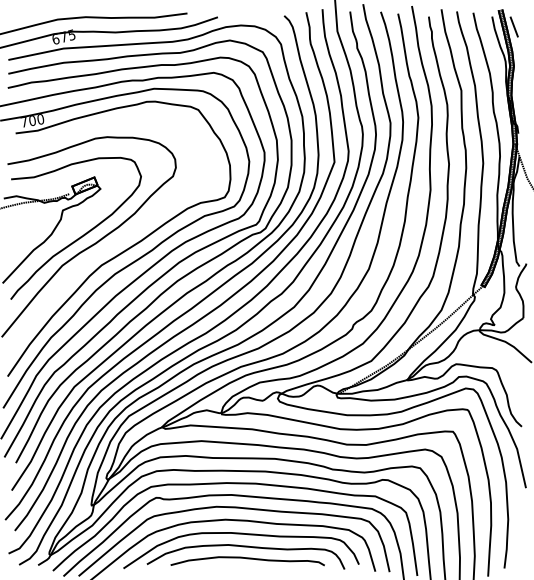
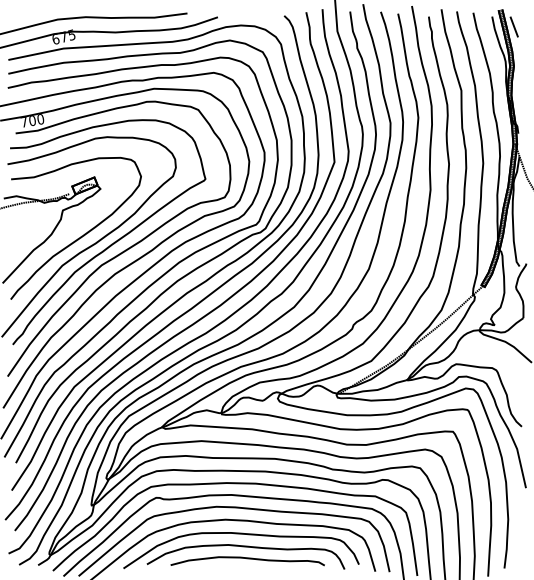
part at (114, 241): none -> present
